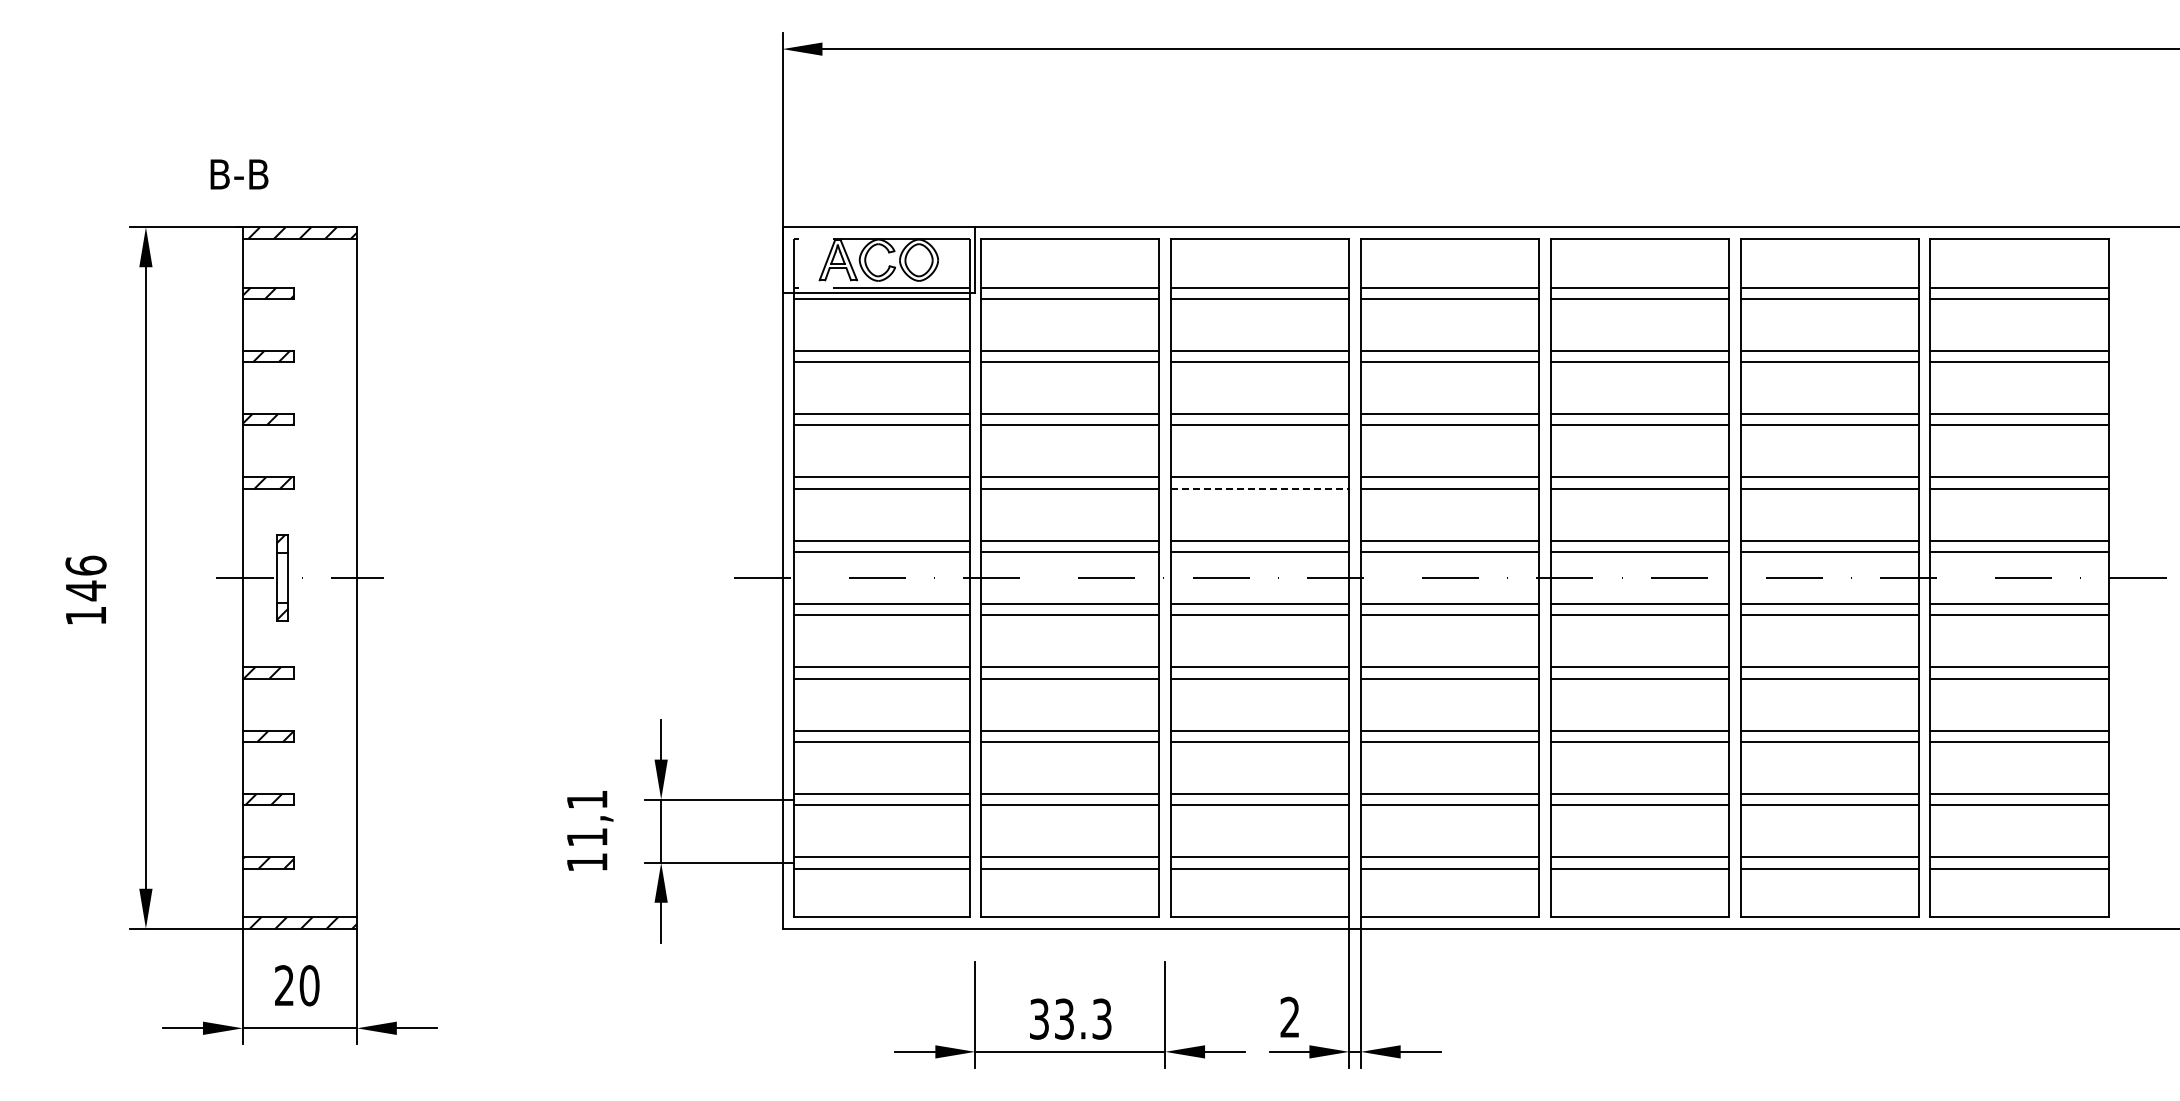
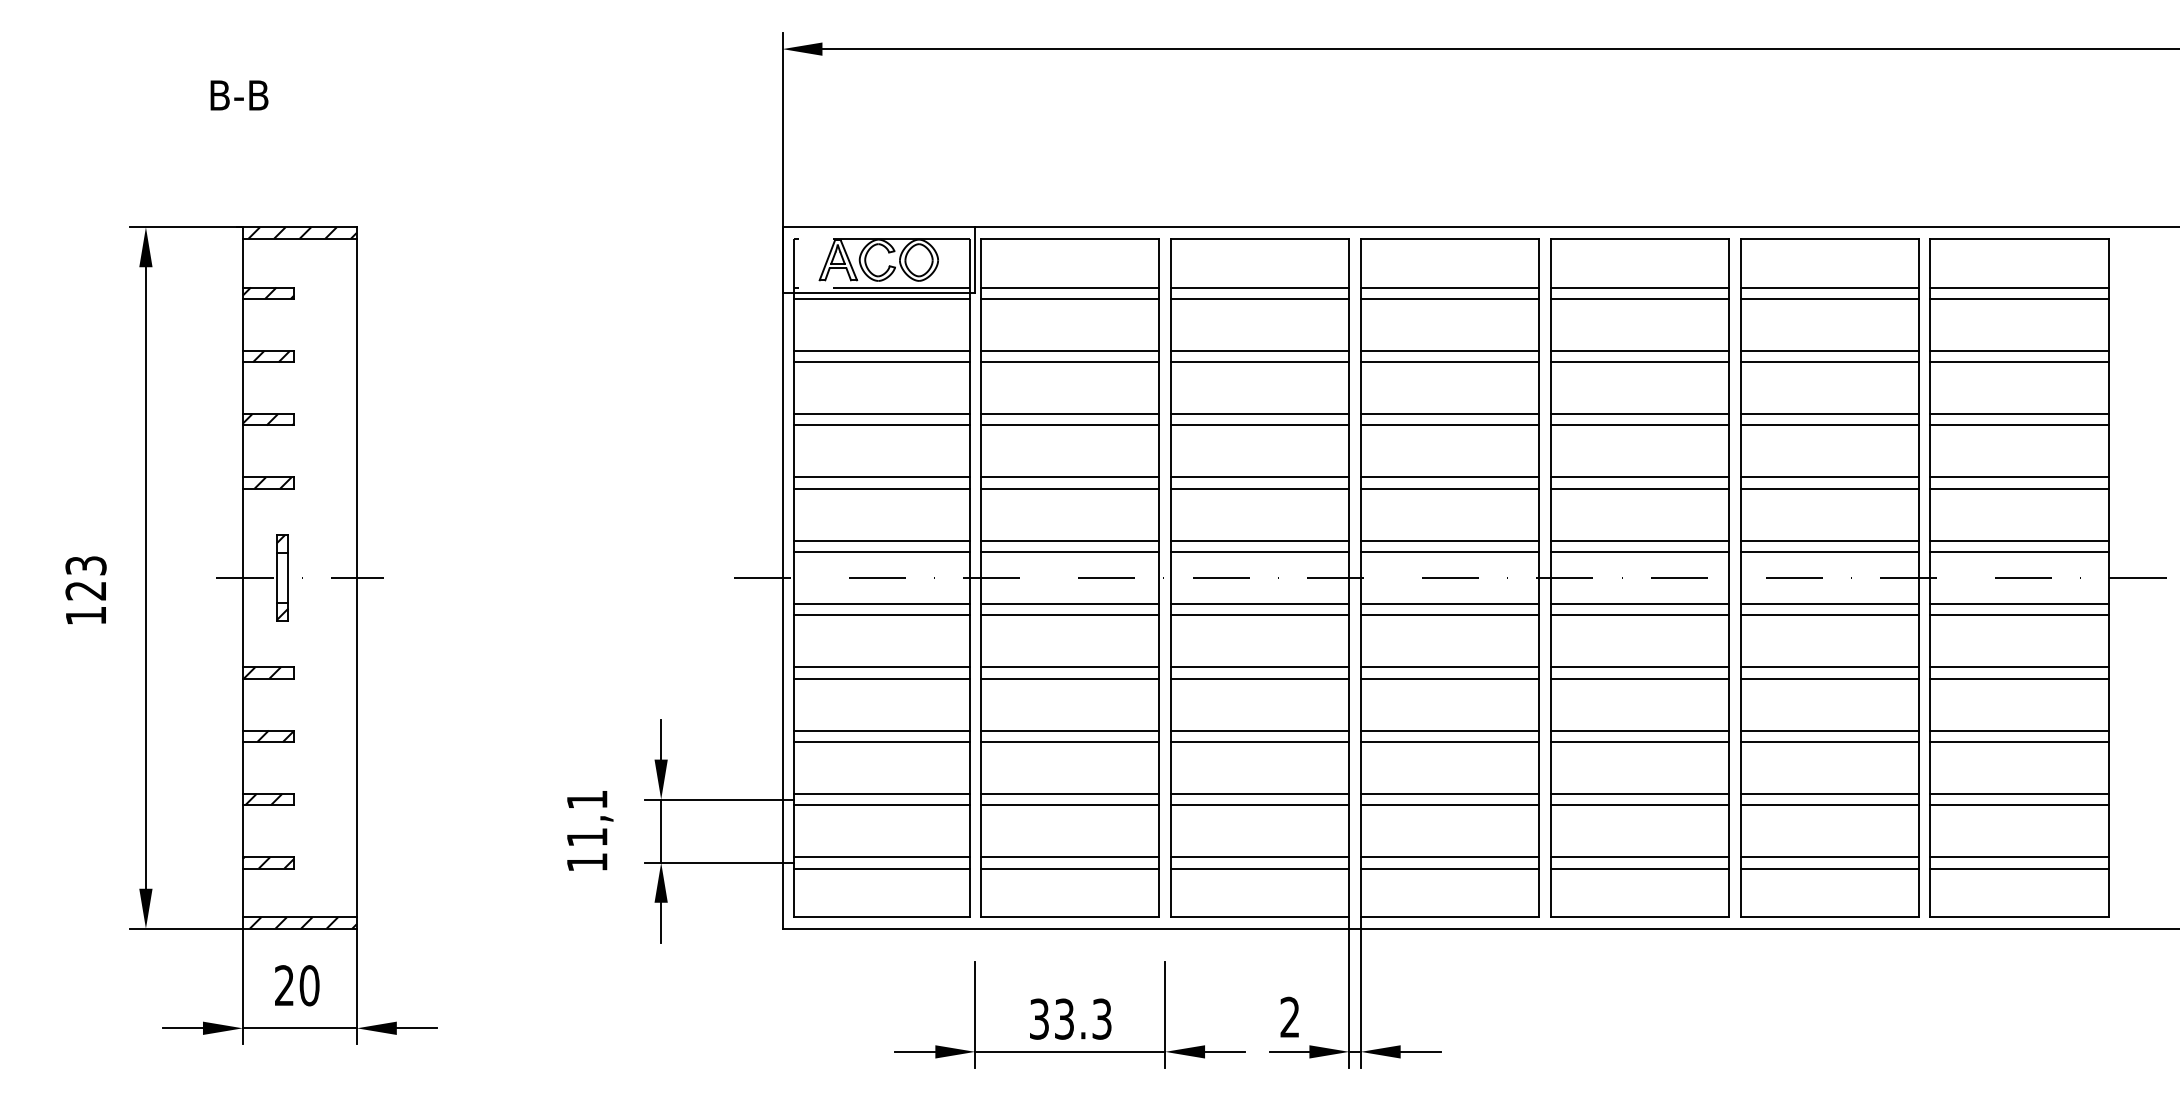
text at (239, 174) position: (239, 174) -> (239, 95)
line at (1260, 488): dashed -> solid
text at (85, 578): 146 -> 123
